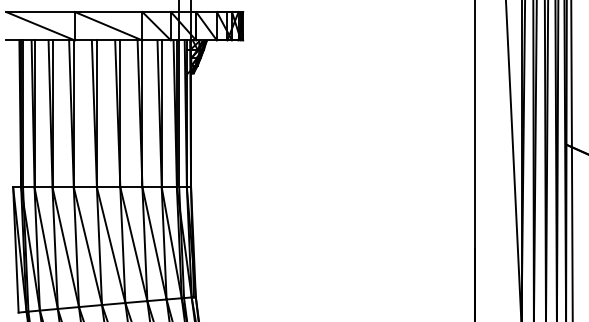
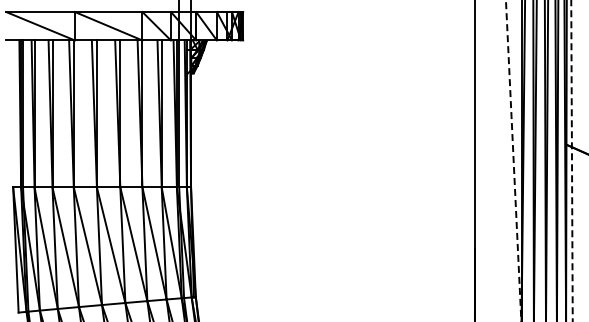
line at (571, 160): solid -> dashed
line at (513, 161): solid -> dashed
